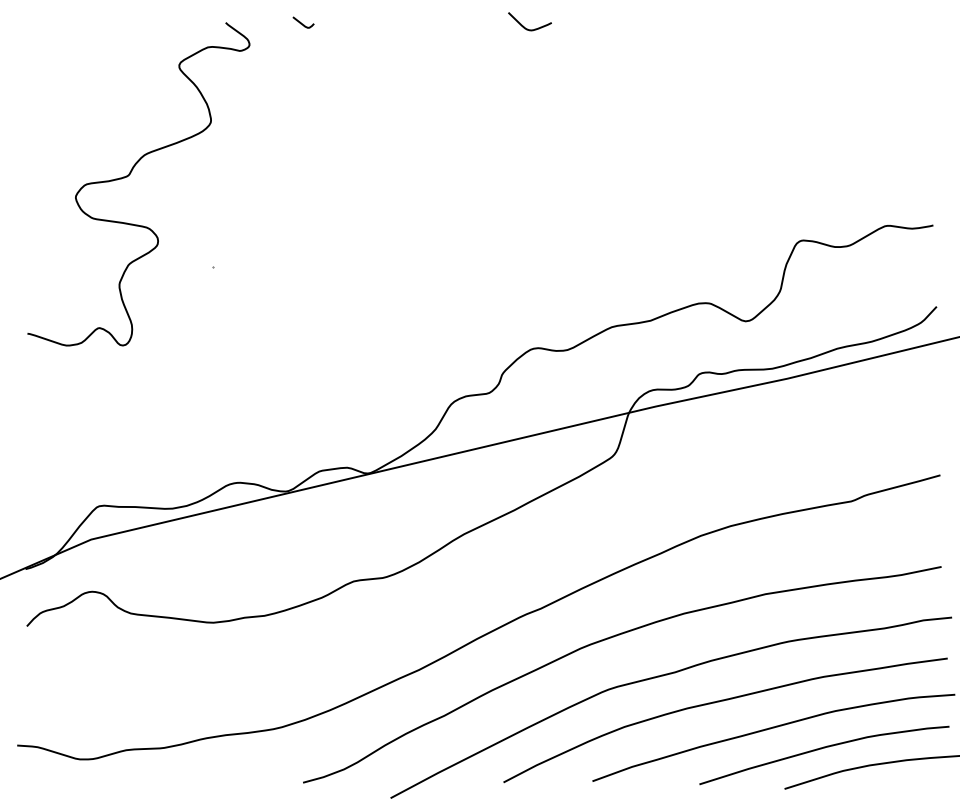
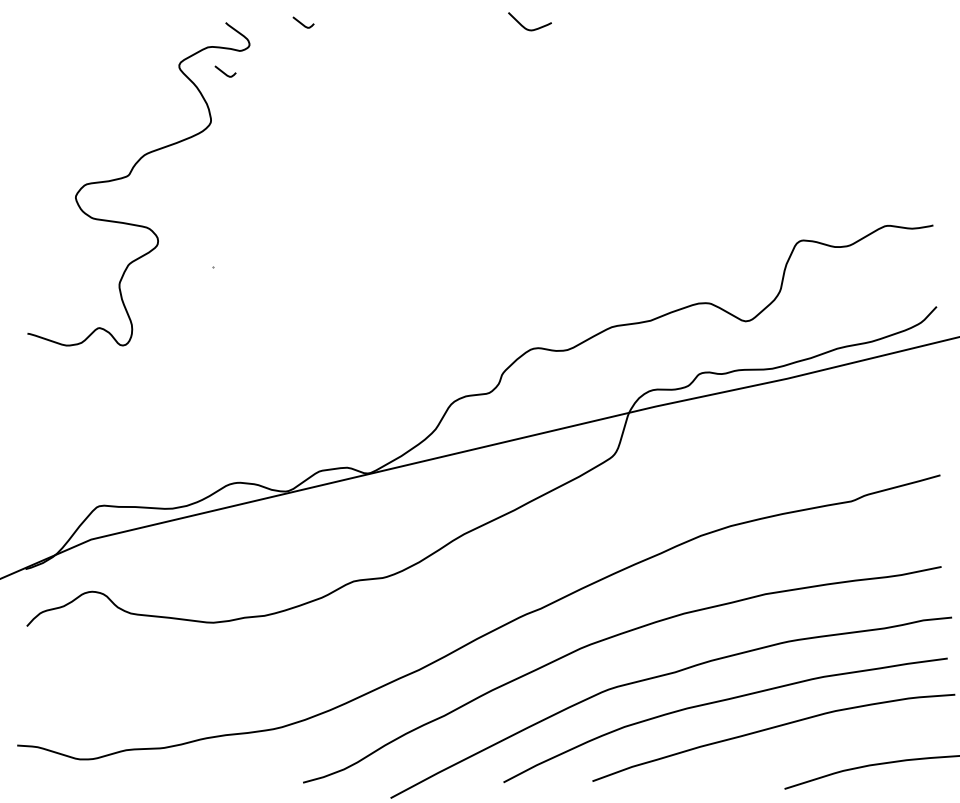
curve at (224, 72): none -> present
curve at (821, 749): present -> none
